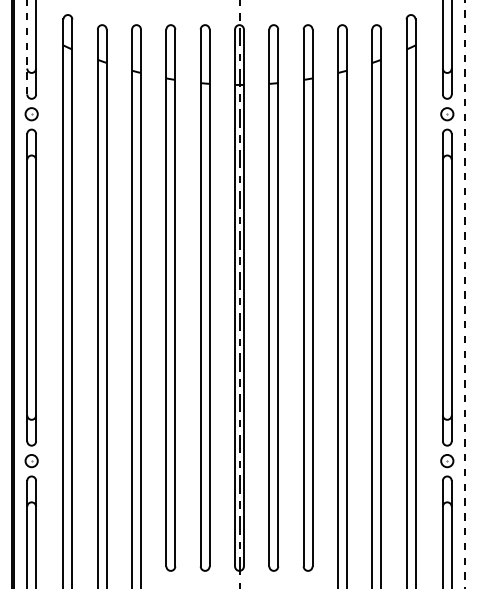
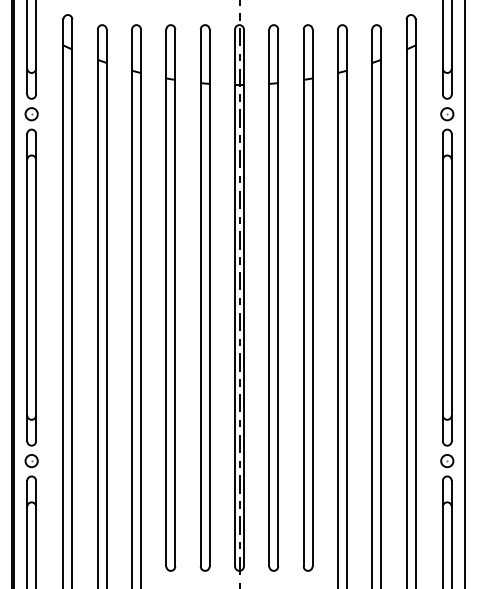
line at (27, 47): dashed -> solid
line at (464, 294): dashed -> solid
